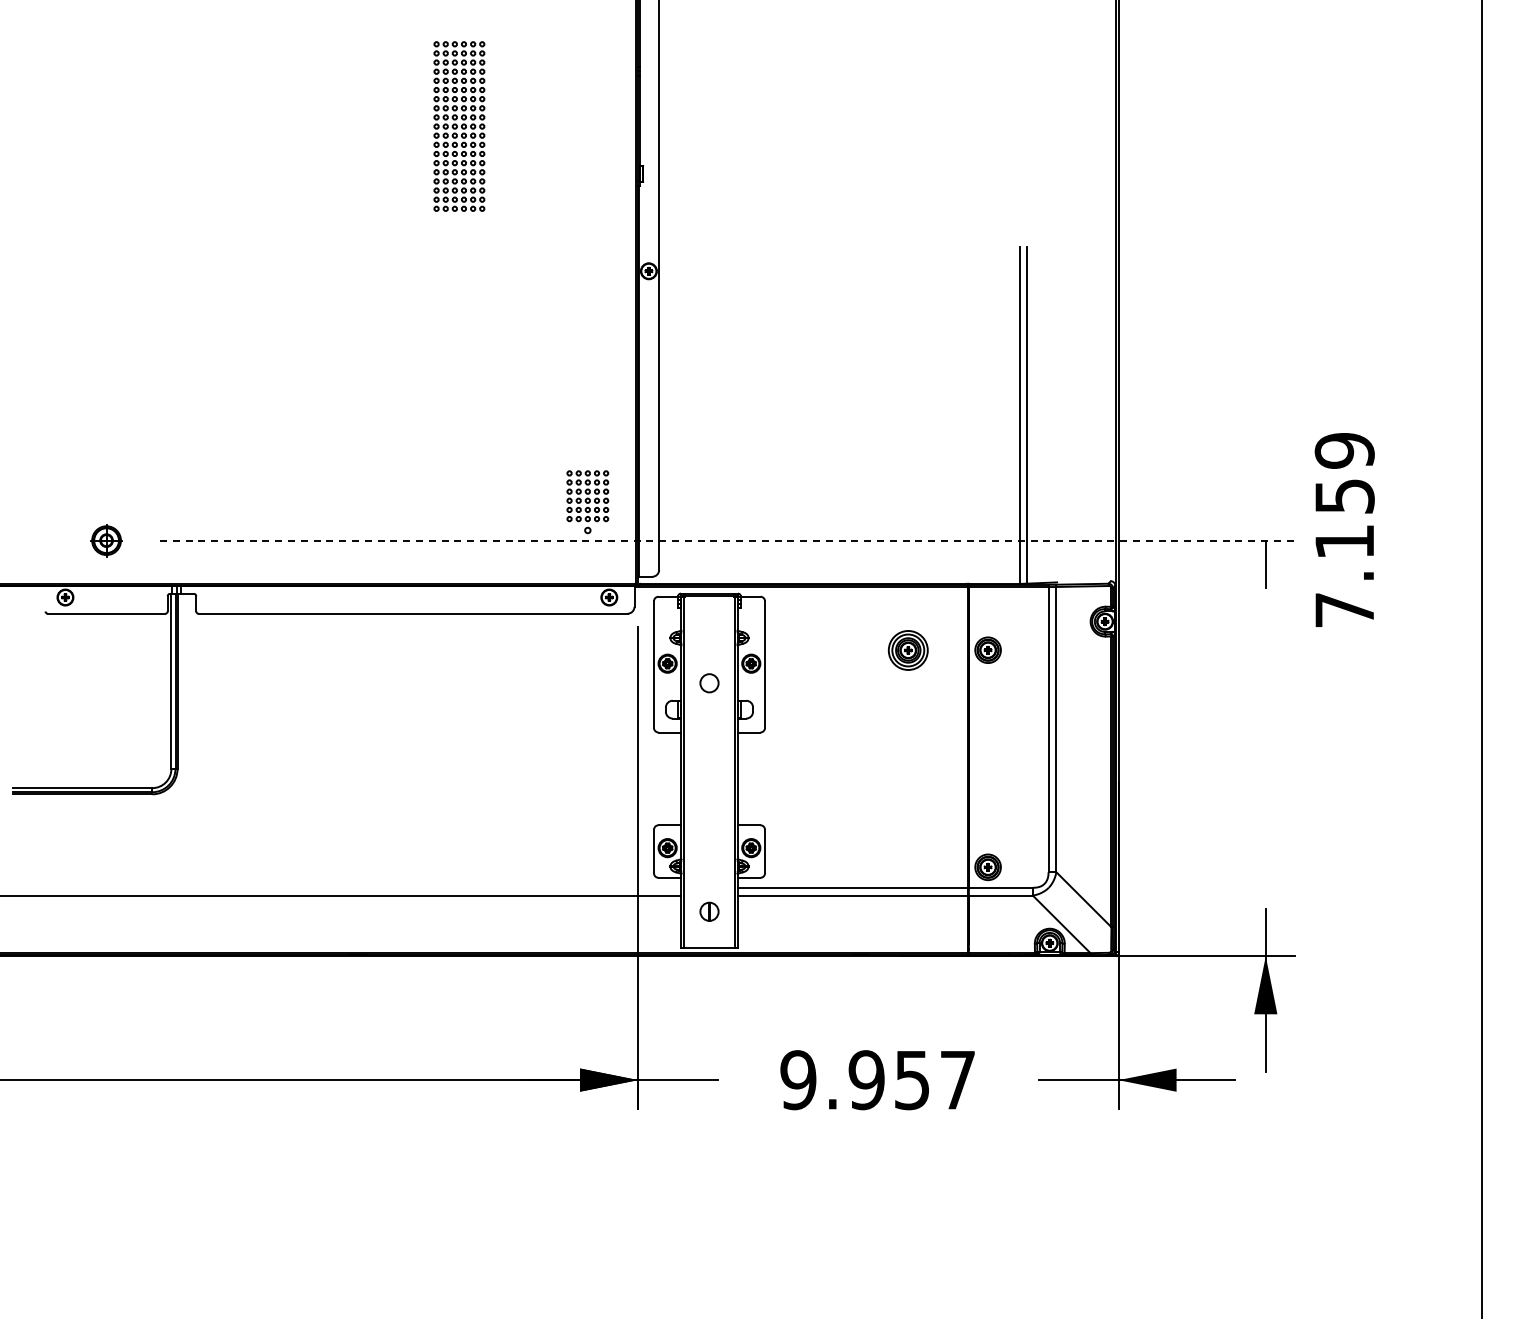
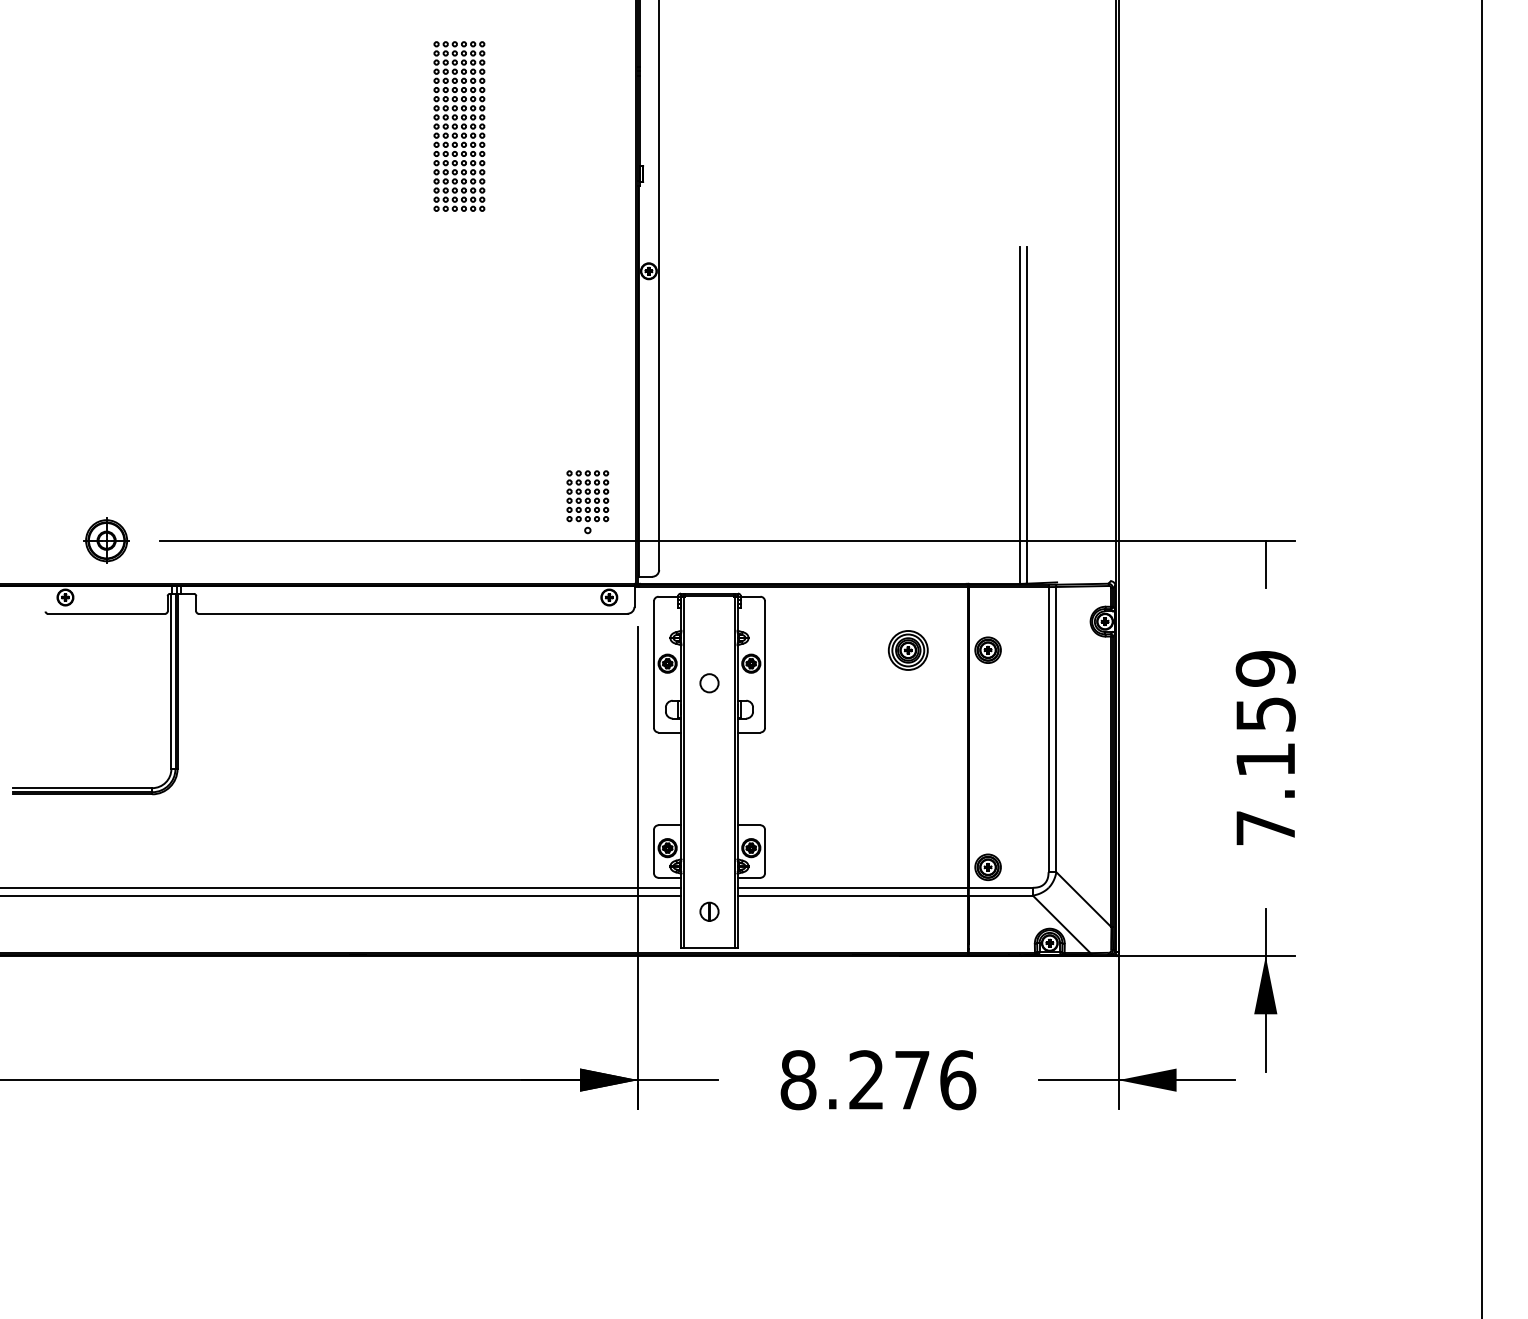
text at (1344, 529) position: (1344, 529) -> (1265, 747)
part at (106, 540) size: 33x34 px -> 47x47 px
line at (727, 540): dashed -> solid
line at (341, 887): none -> present
text at (878, 1080): 9.957 -> 8.276
